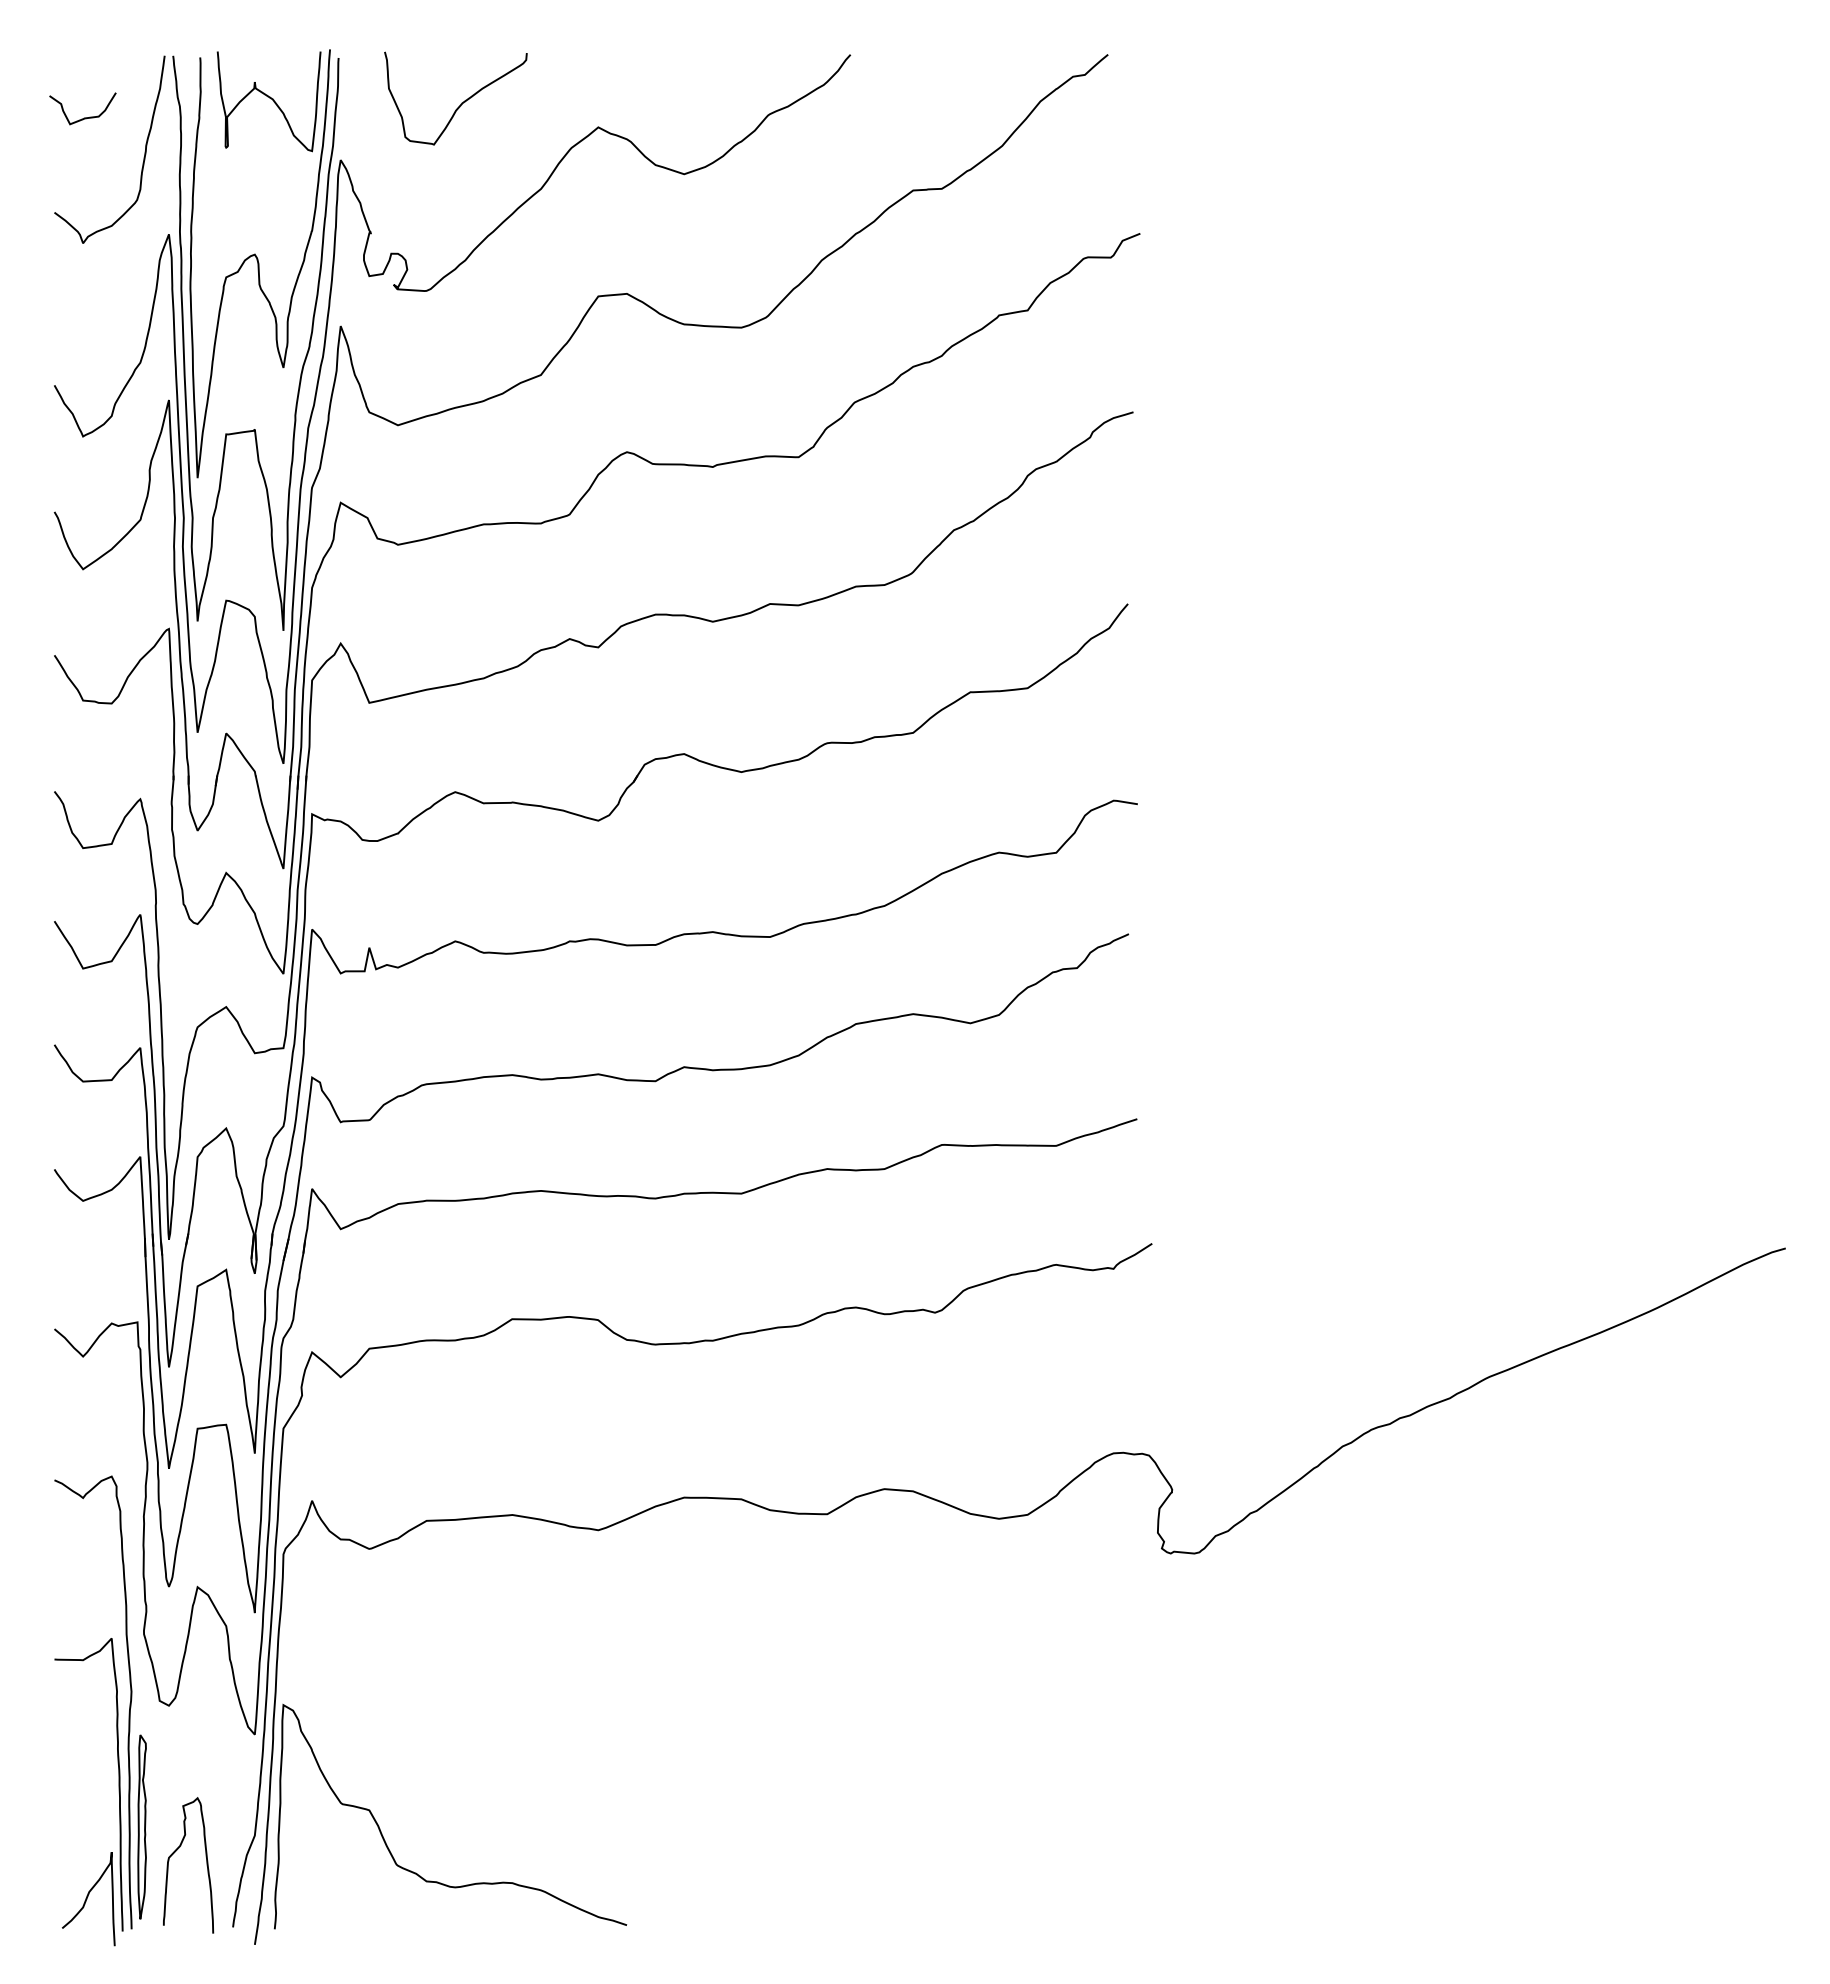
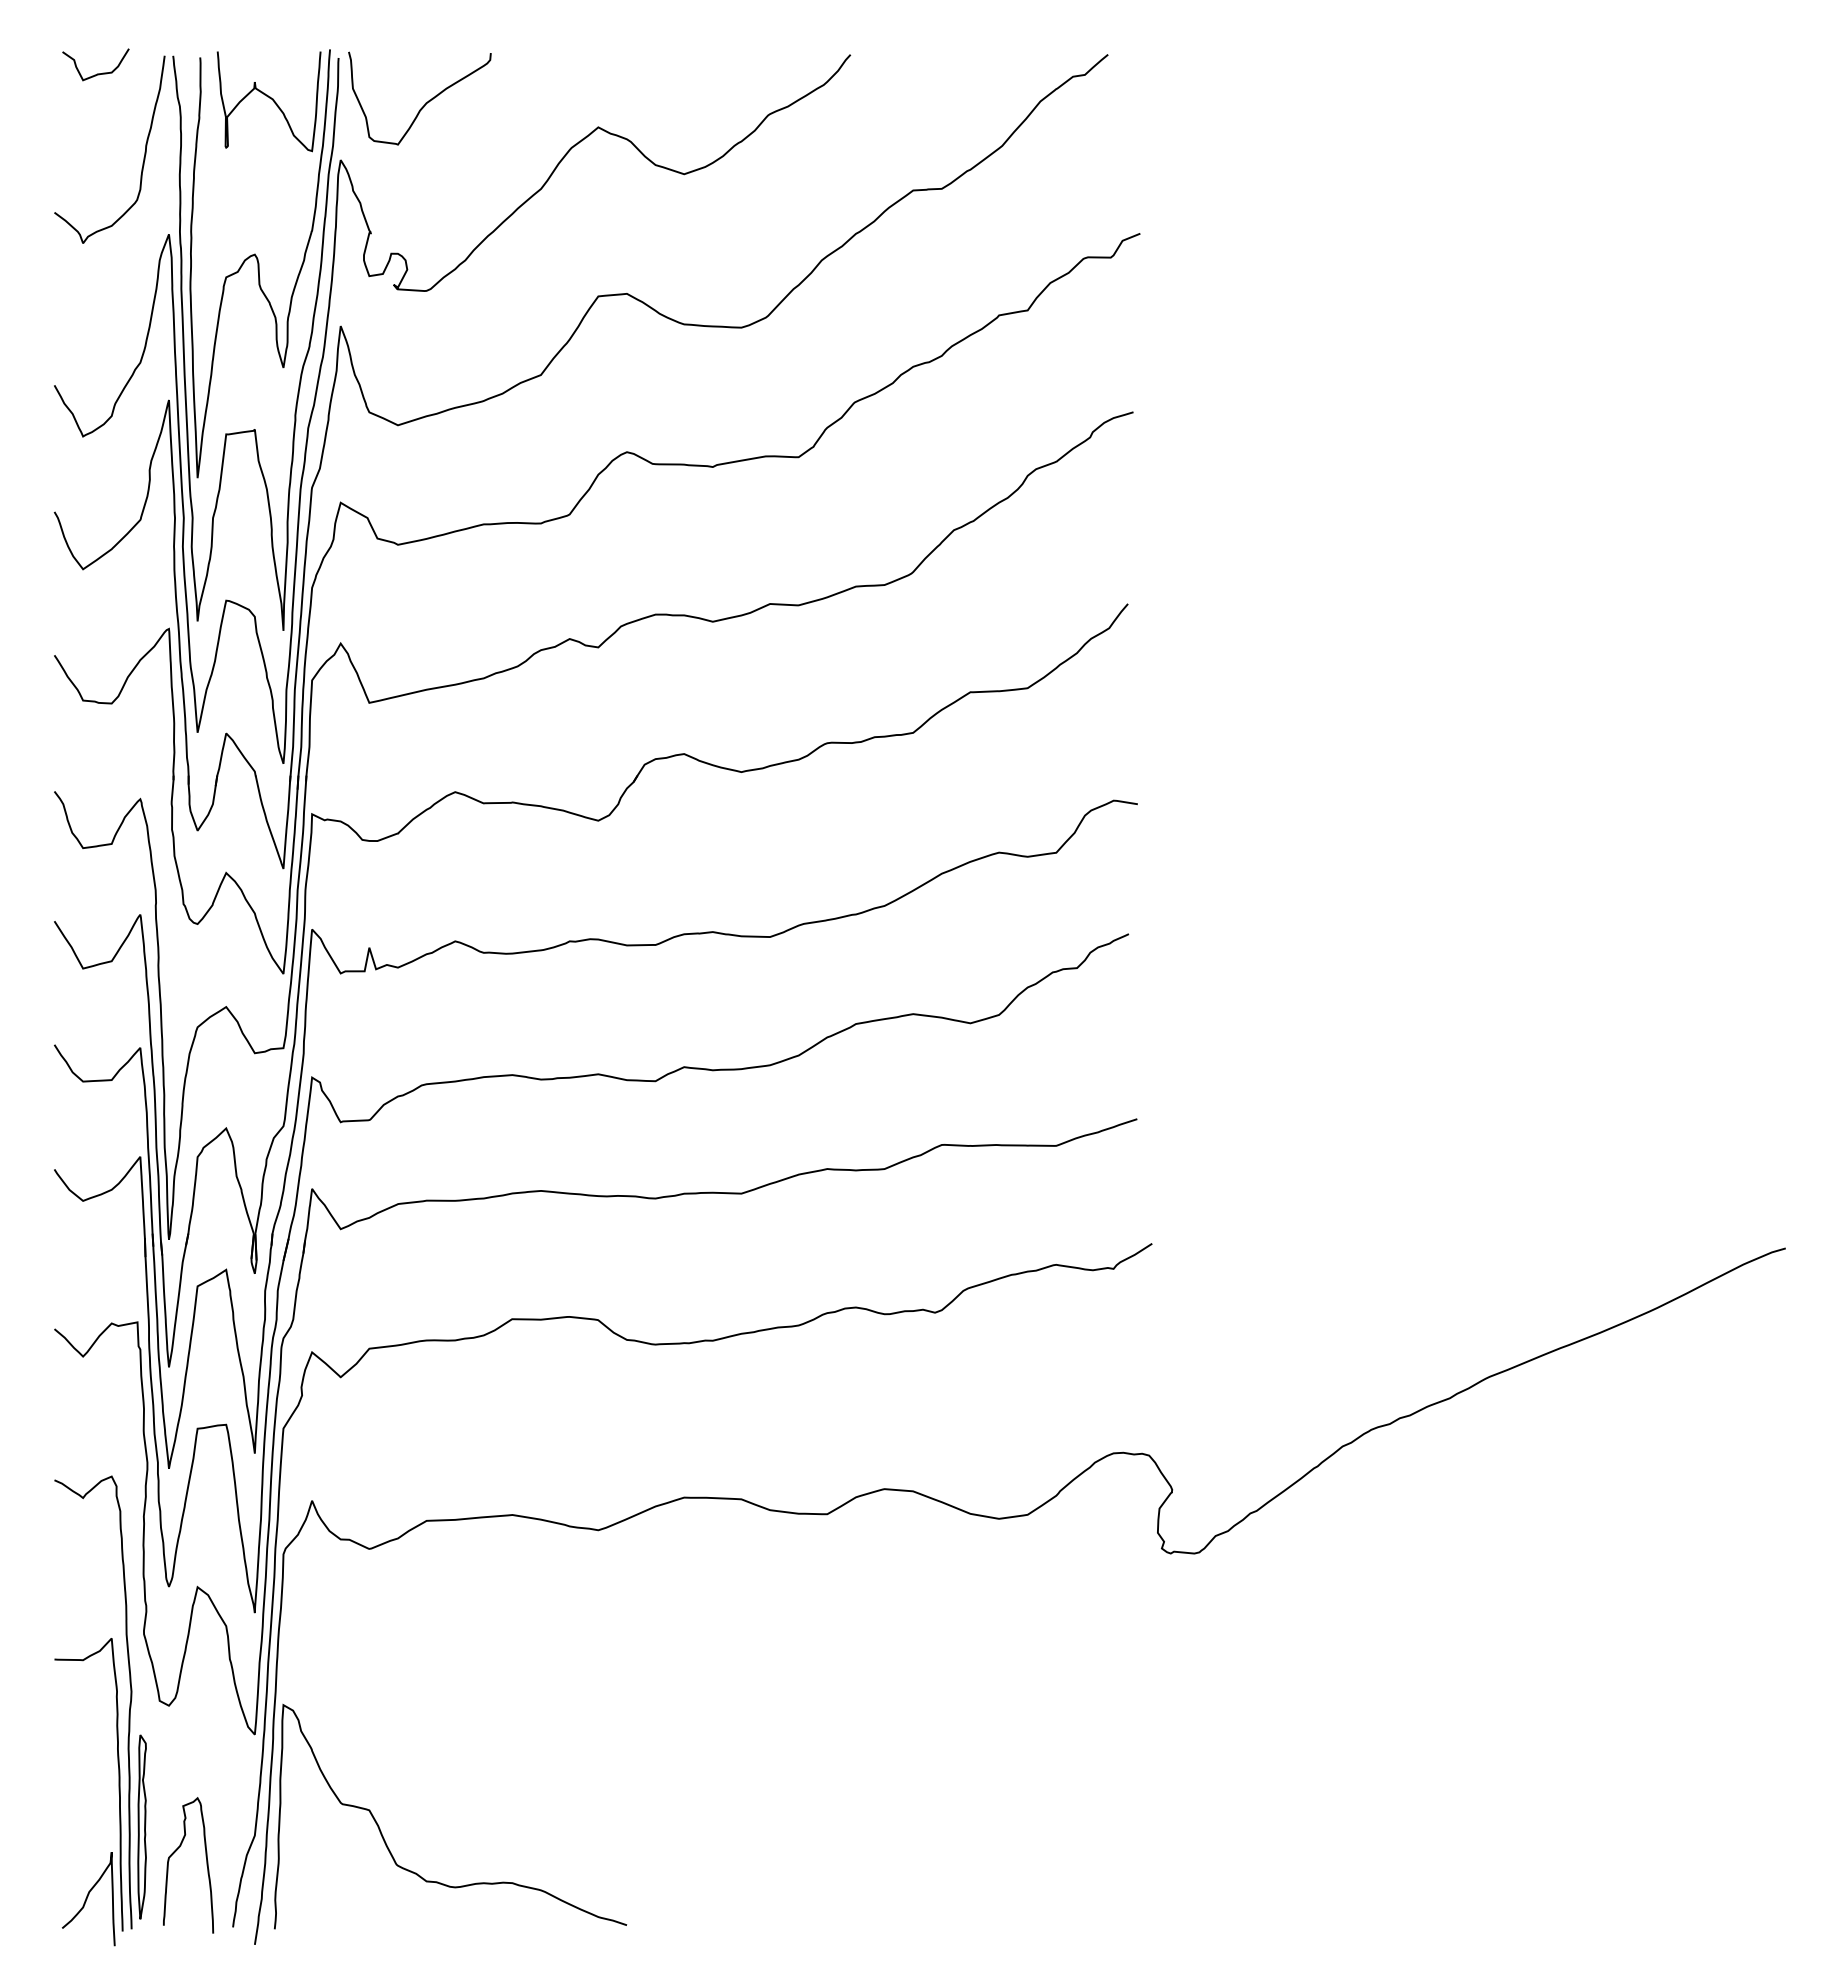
curve at (461, 102) position: (461, 102) -> (425, 102)
curve at (84, 117) position: (84, 117) -> (97, 73)
